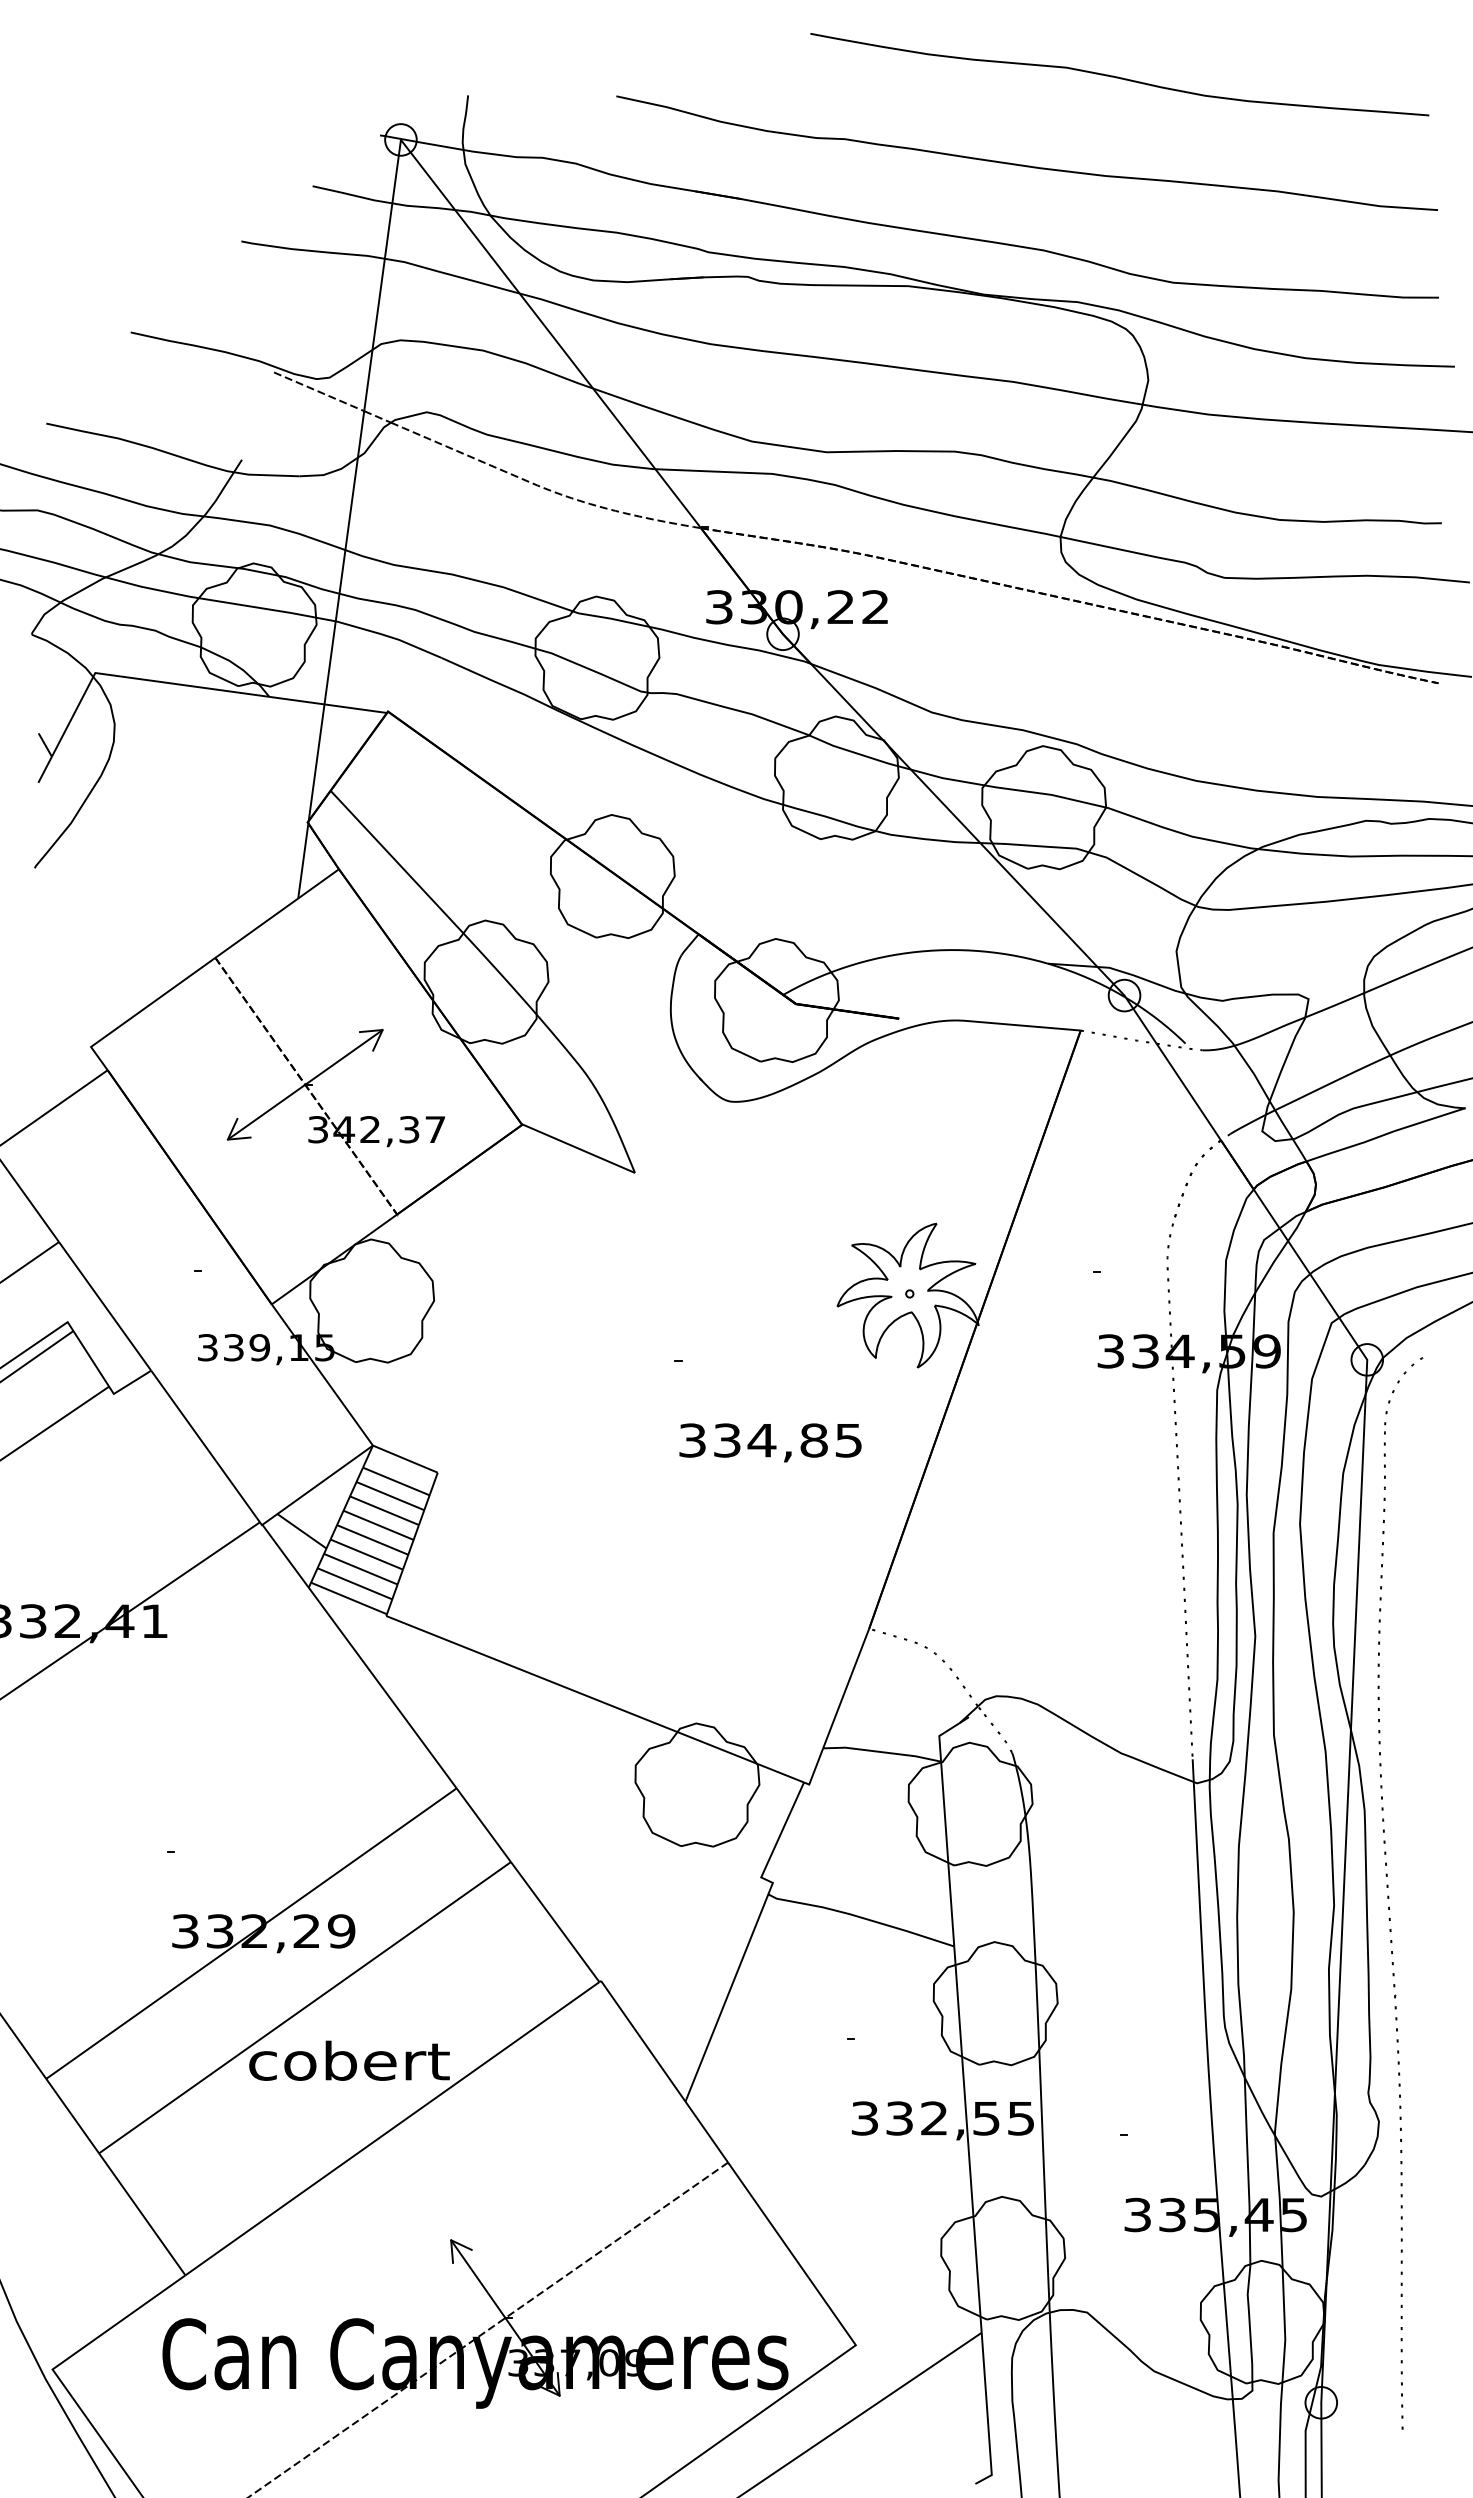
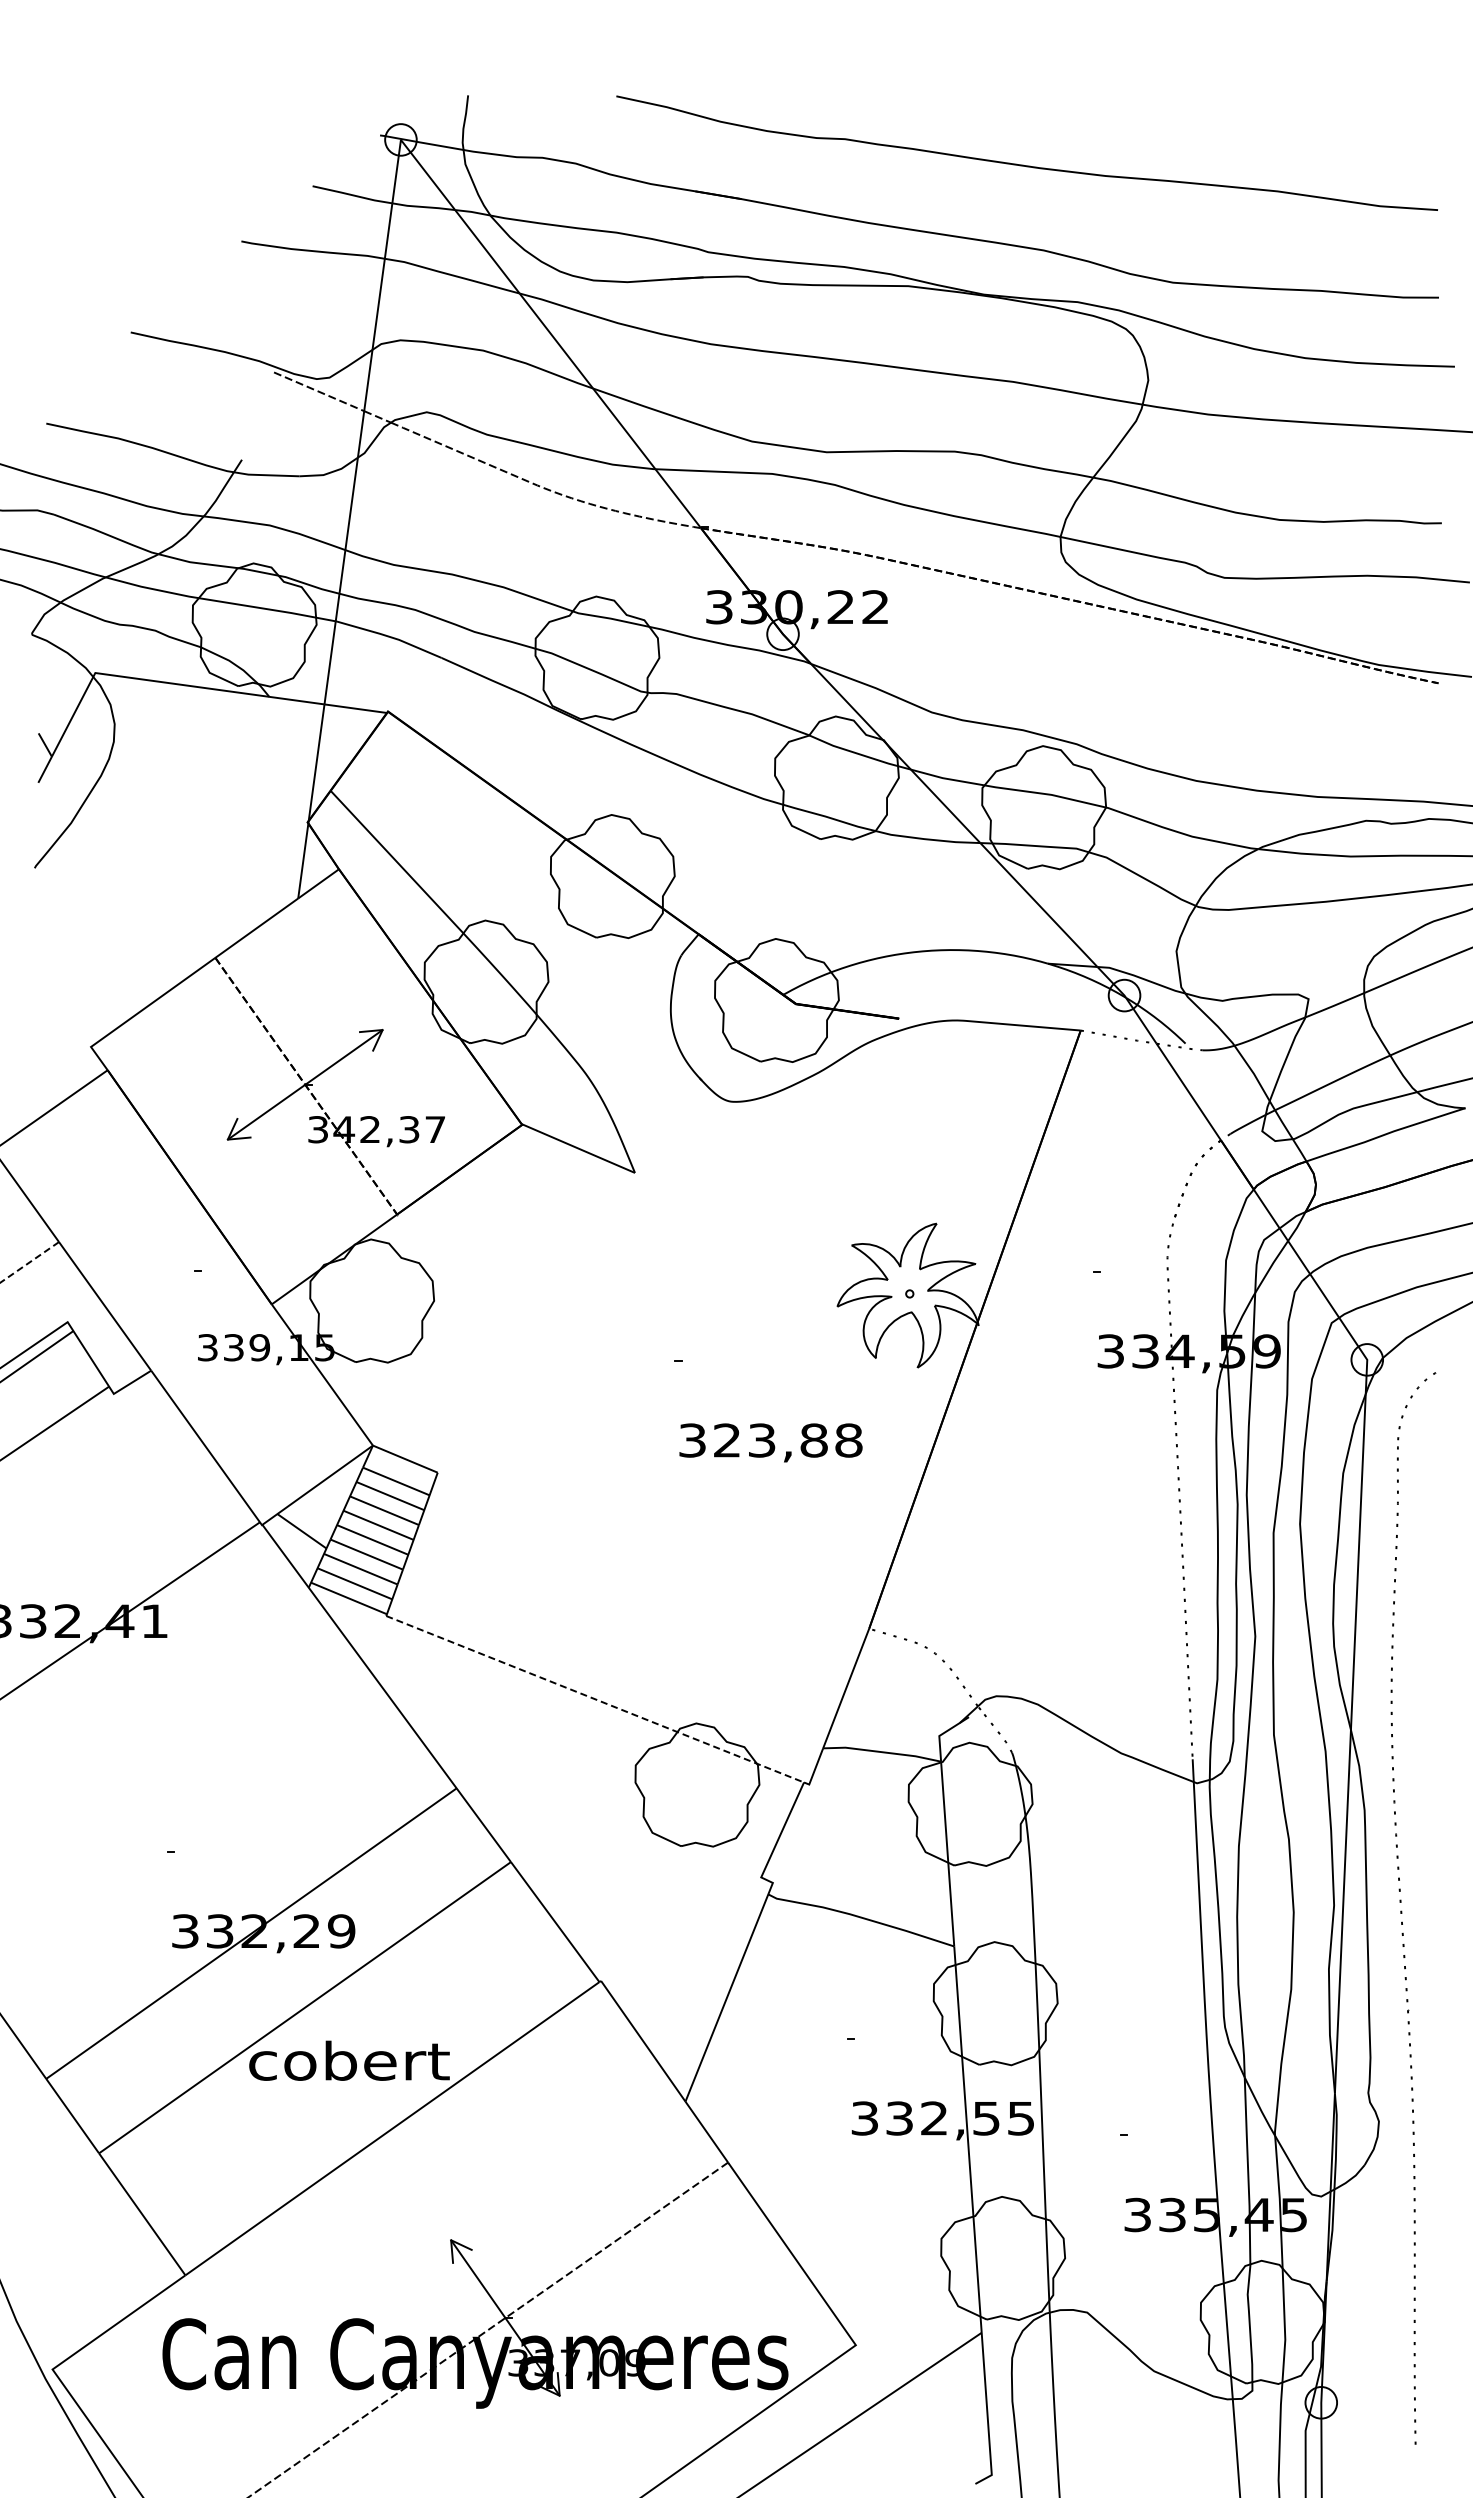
curve at (1118, 76): present -> none
line at (29, 1262): solid -> dashed
text at (788, 1440): 334,85 -> 323,88
line at (595, 1699): solid -> dashed
part at (1389, 1896) position: (1389, 1896) -> (1402, 1911)
